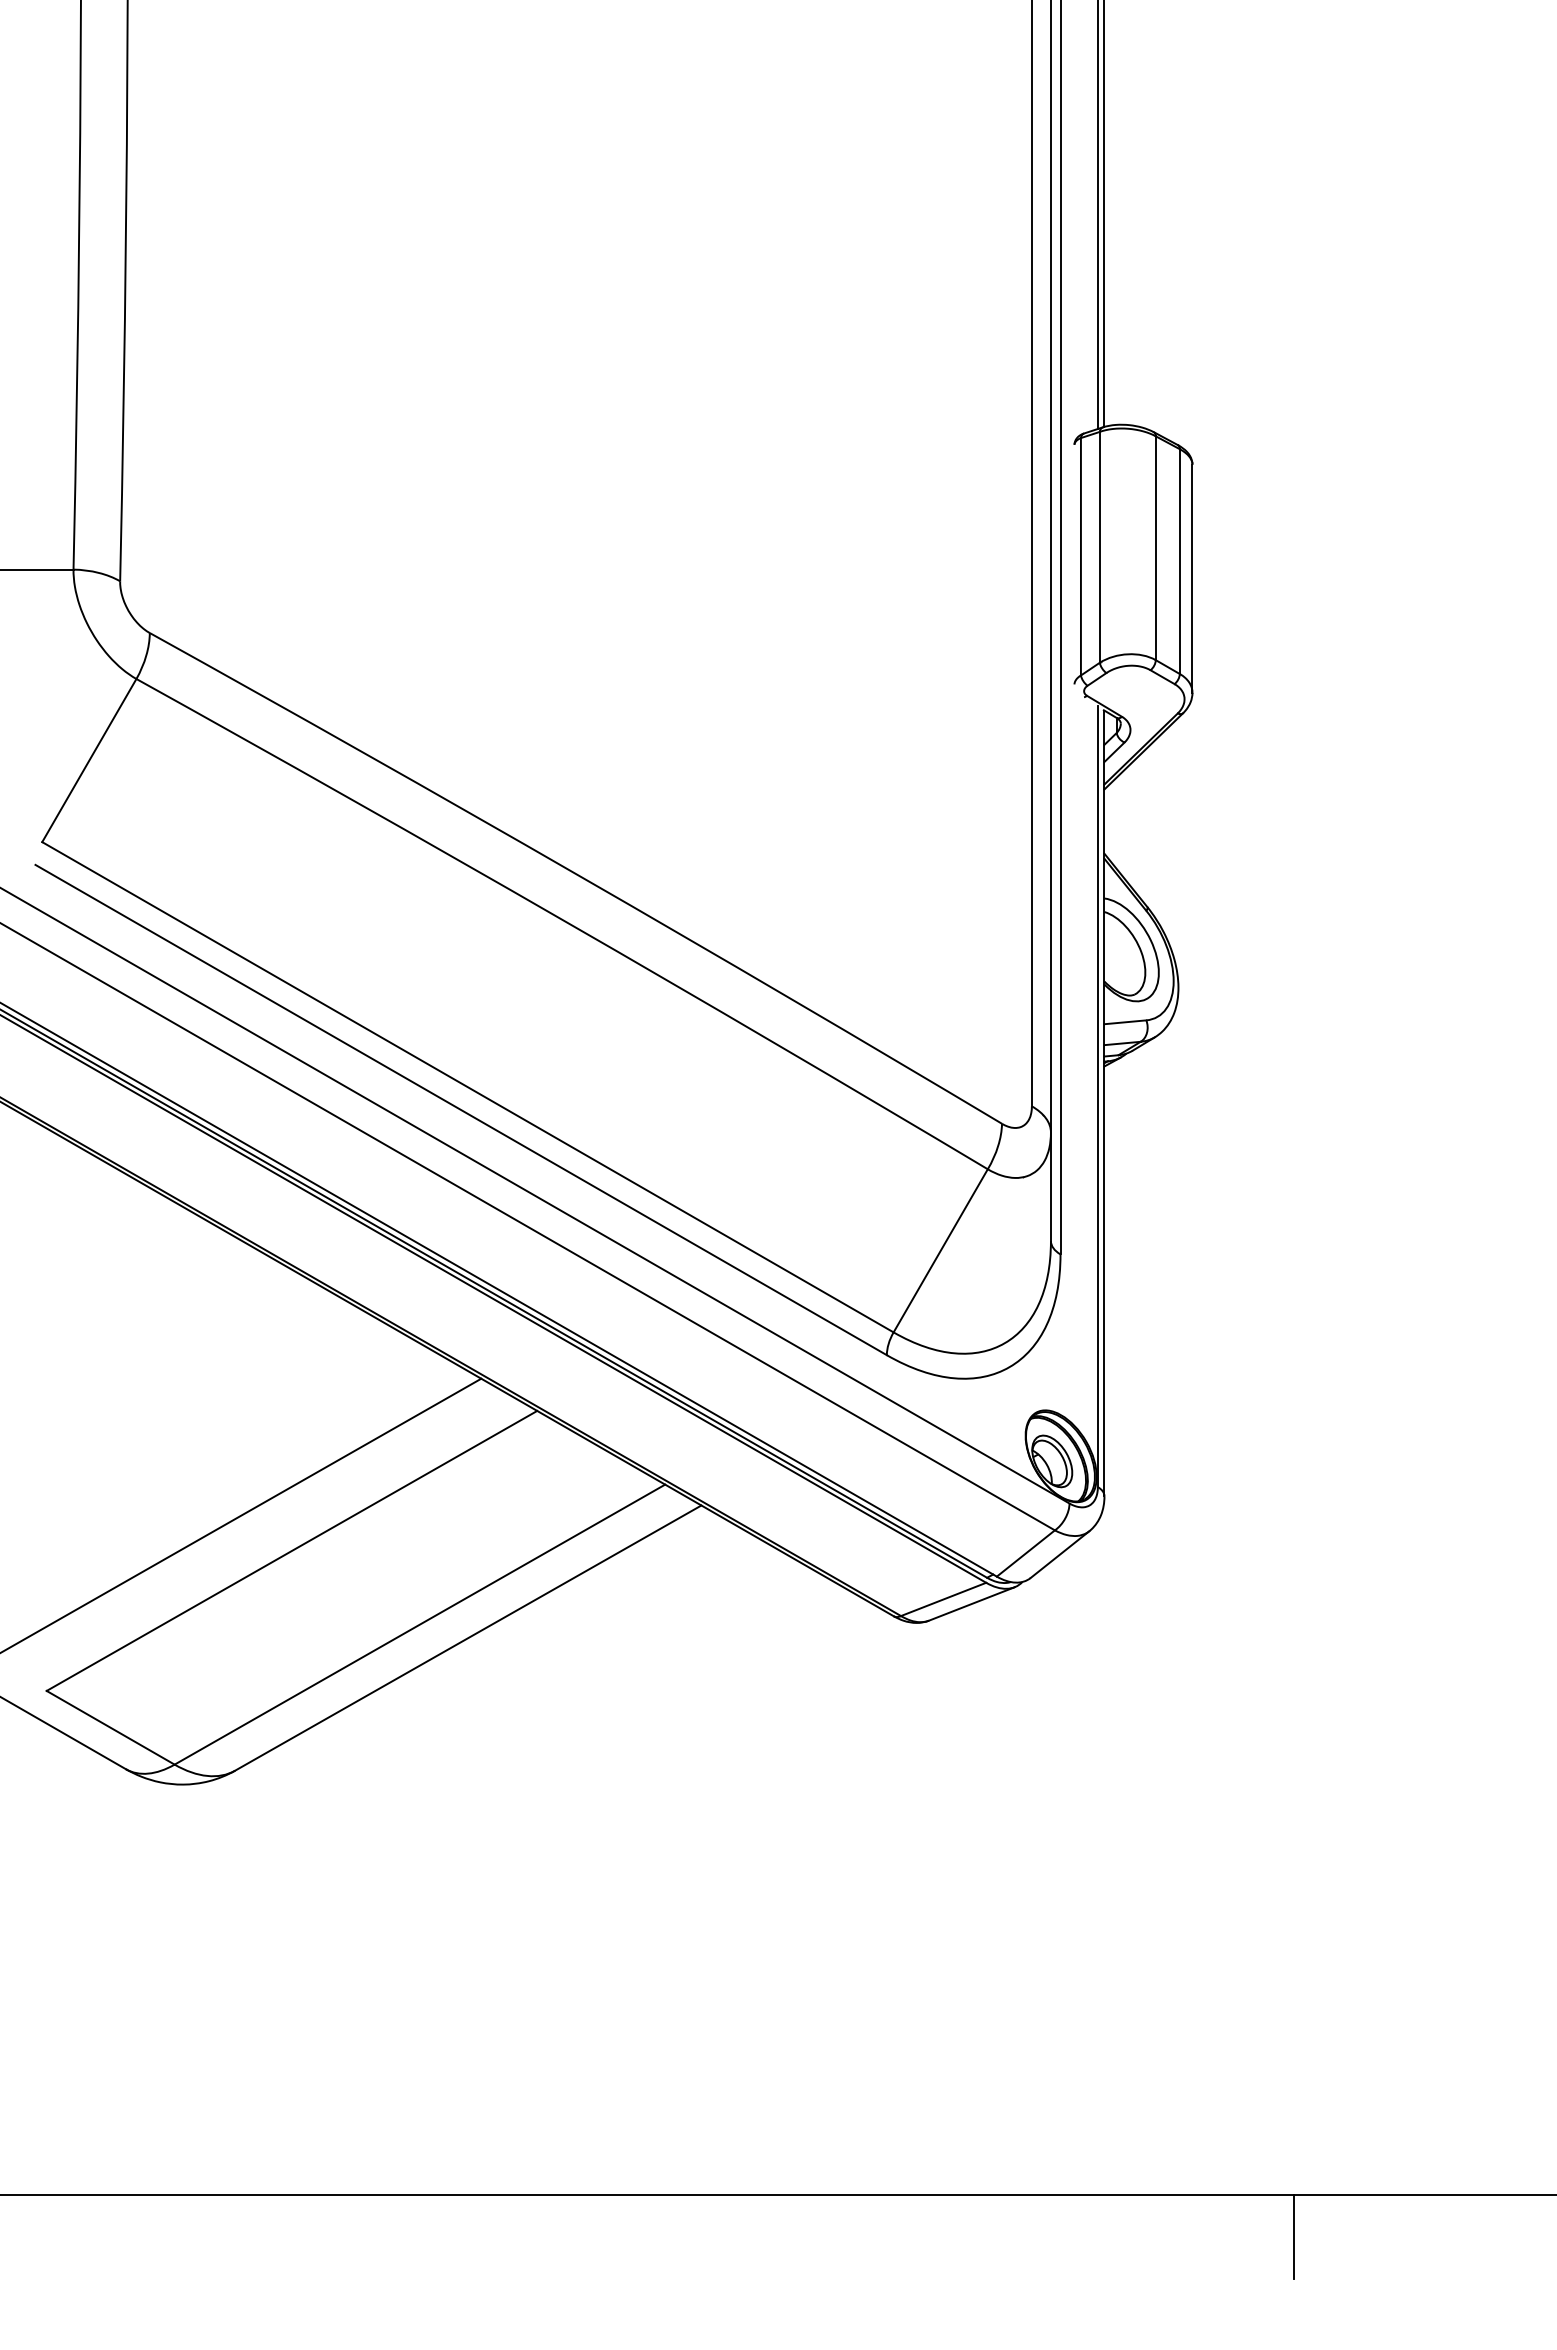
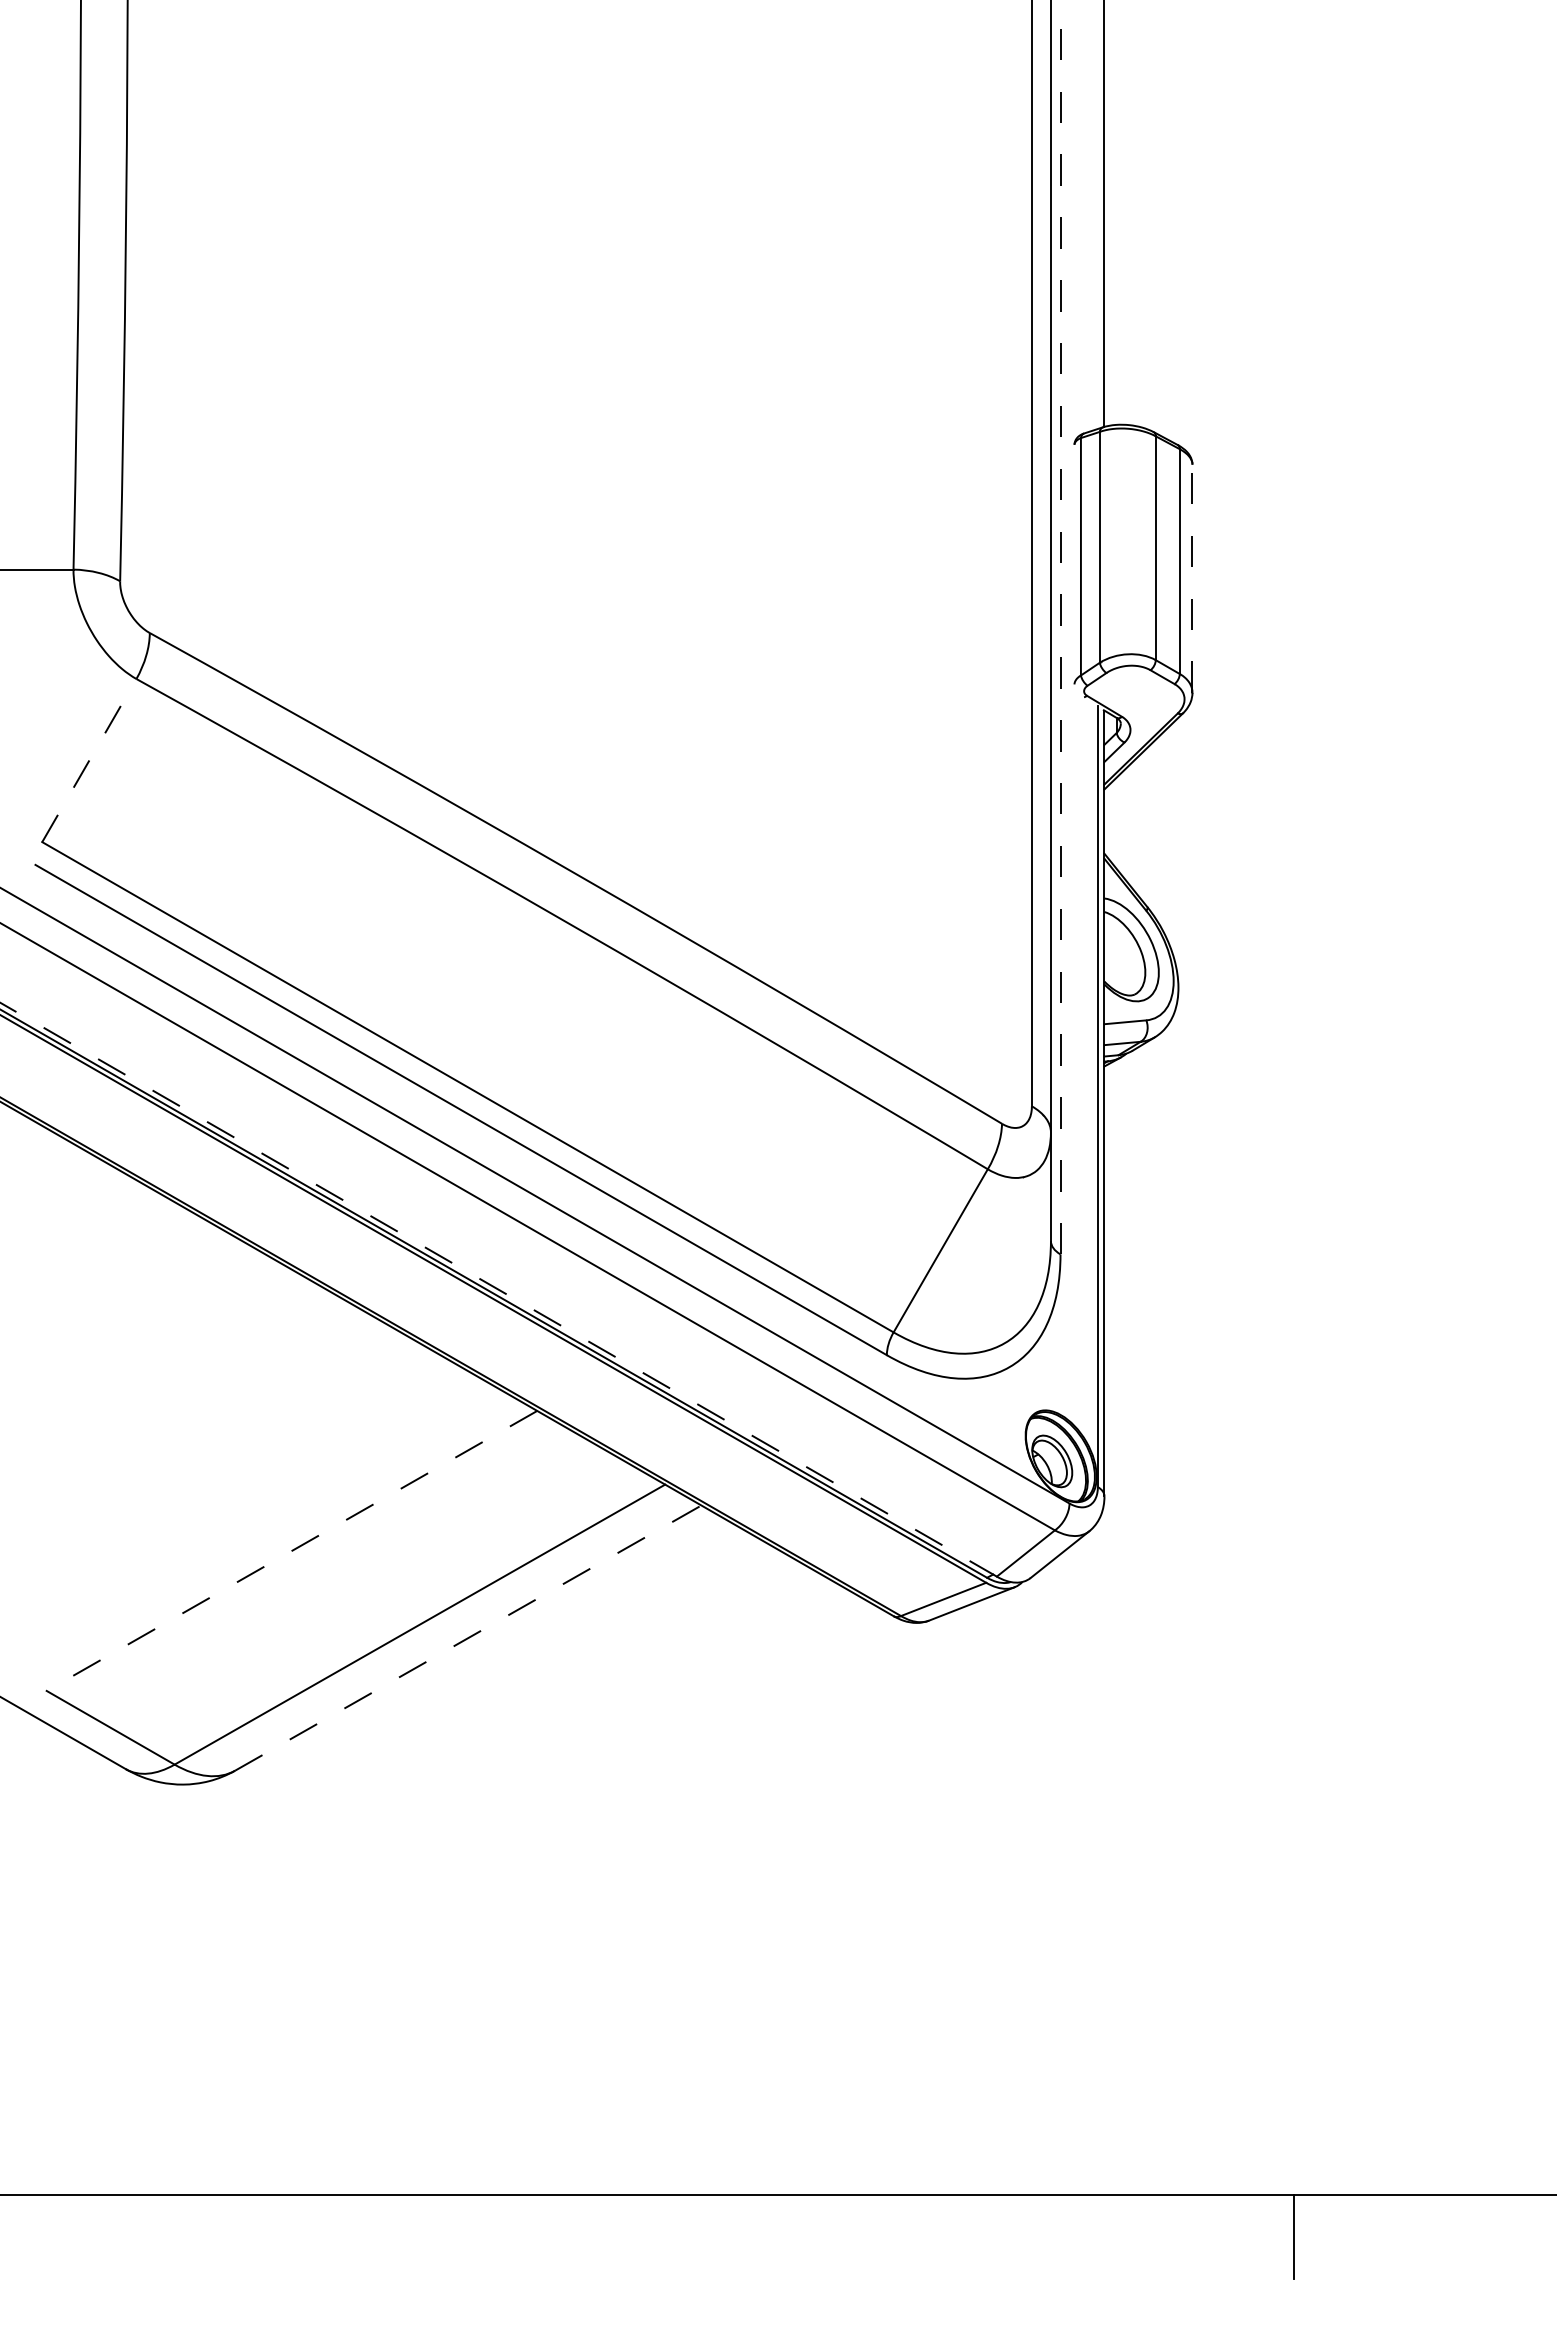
line at (1097, 215): present -> none
line at (1192, 578): solid -> dashed
line at (1060, 627): solid -> dashed
line at (89, 760): solid -> dashed
line at (498, 1289): solid -> dashed
line at (241, 1514): present -> none
line at (291, 1551): solid -> dashed
line at (468, 1637): solid -> dashed
